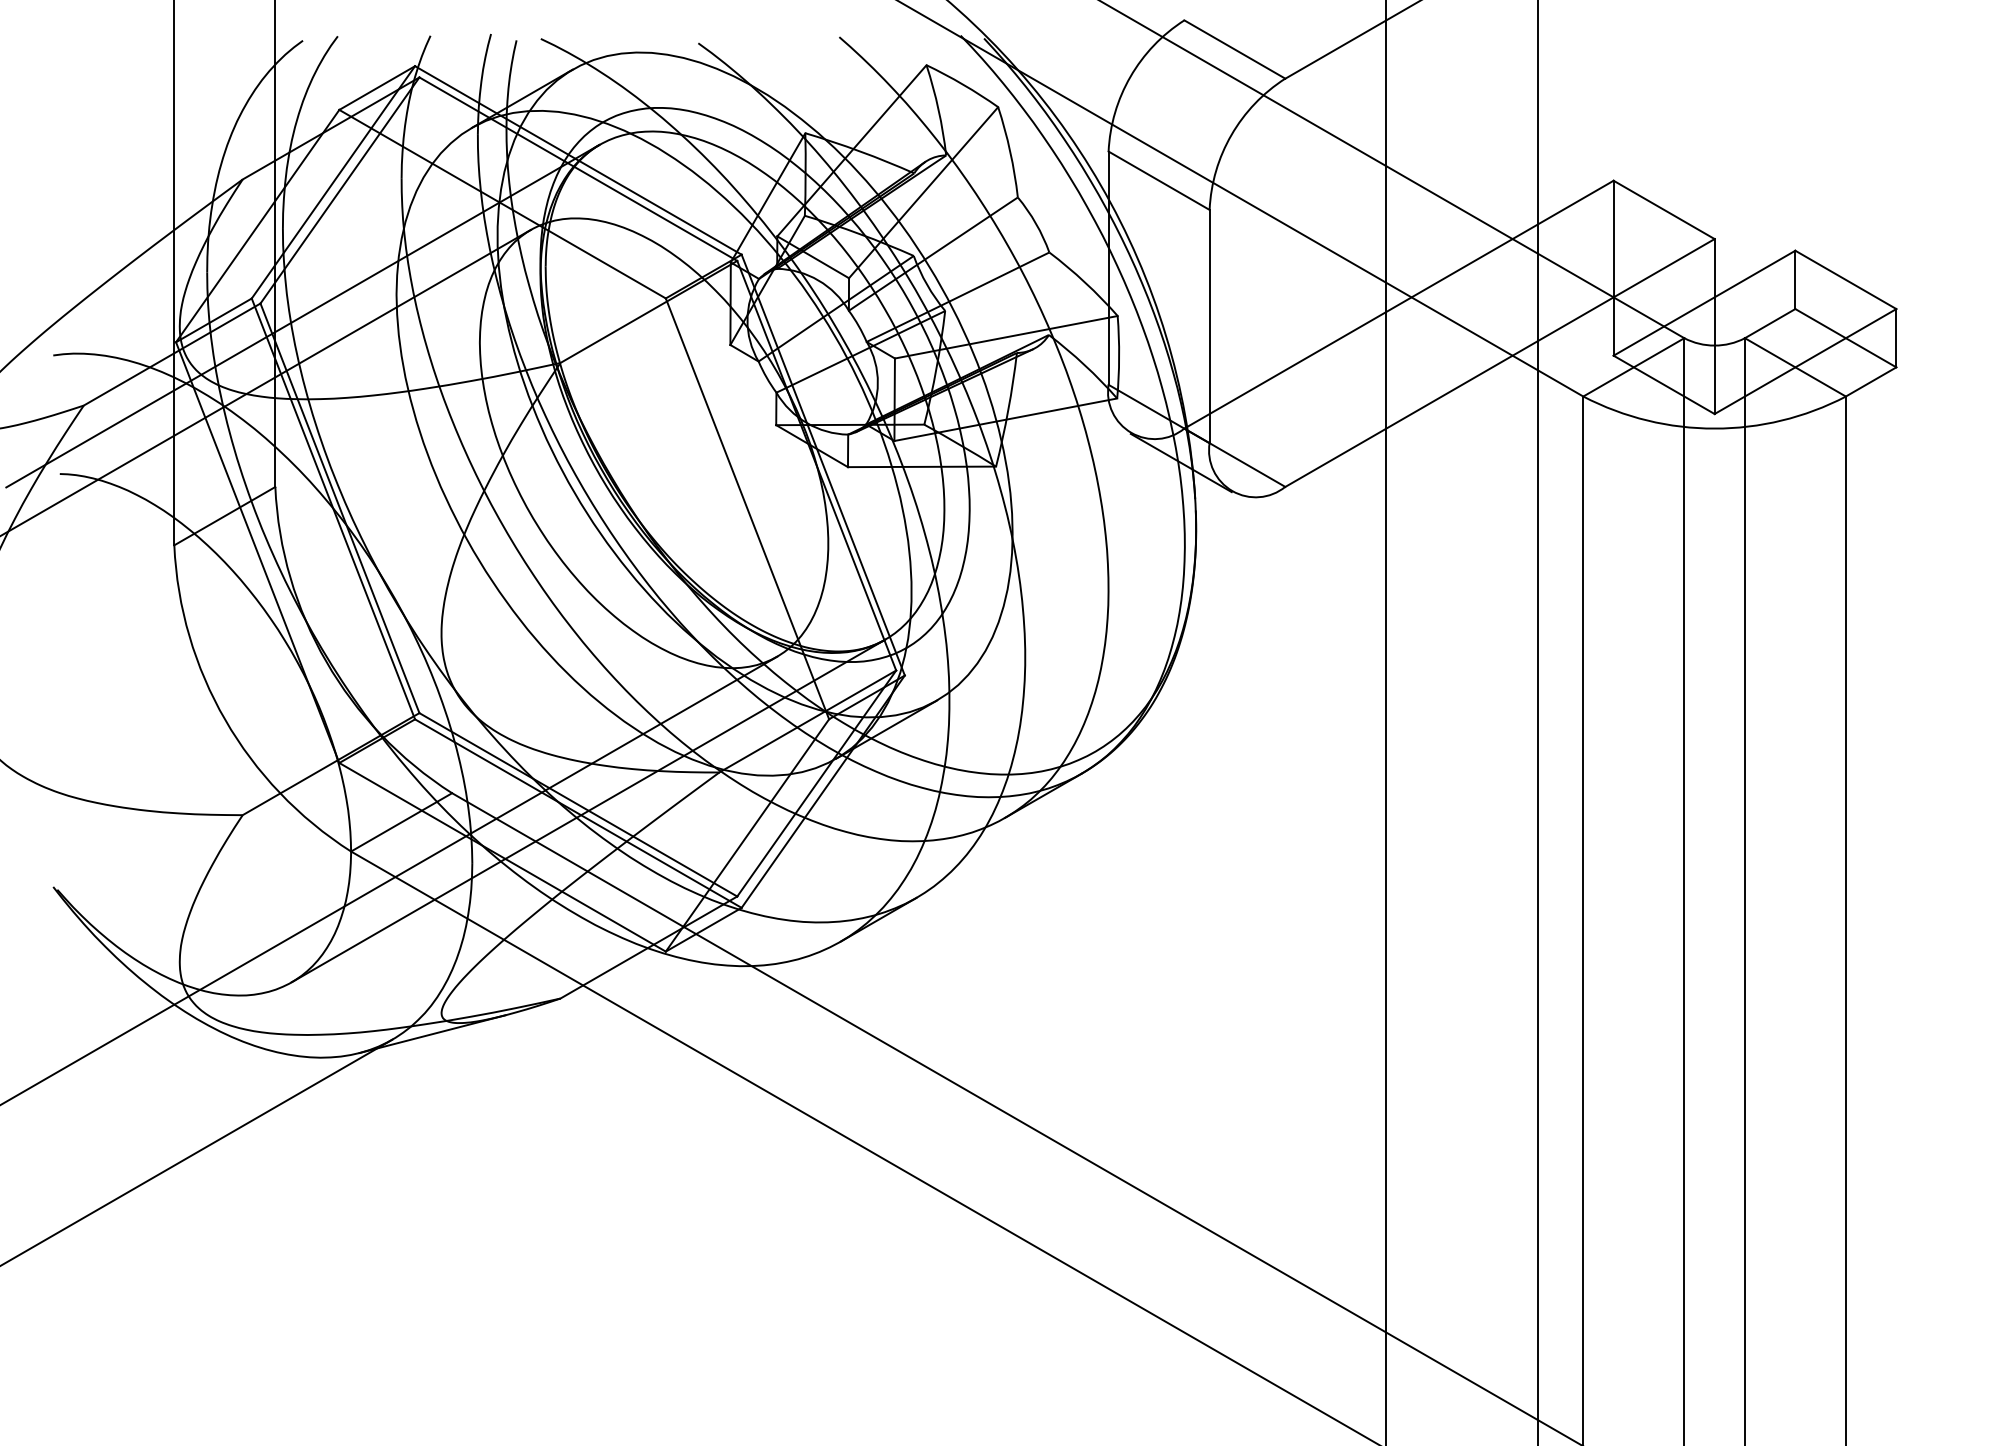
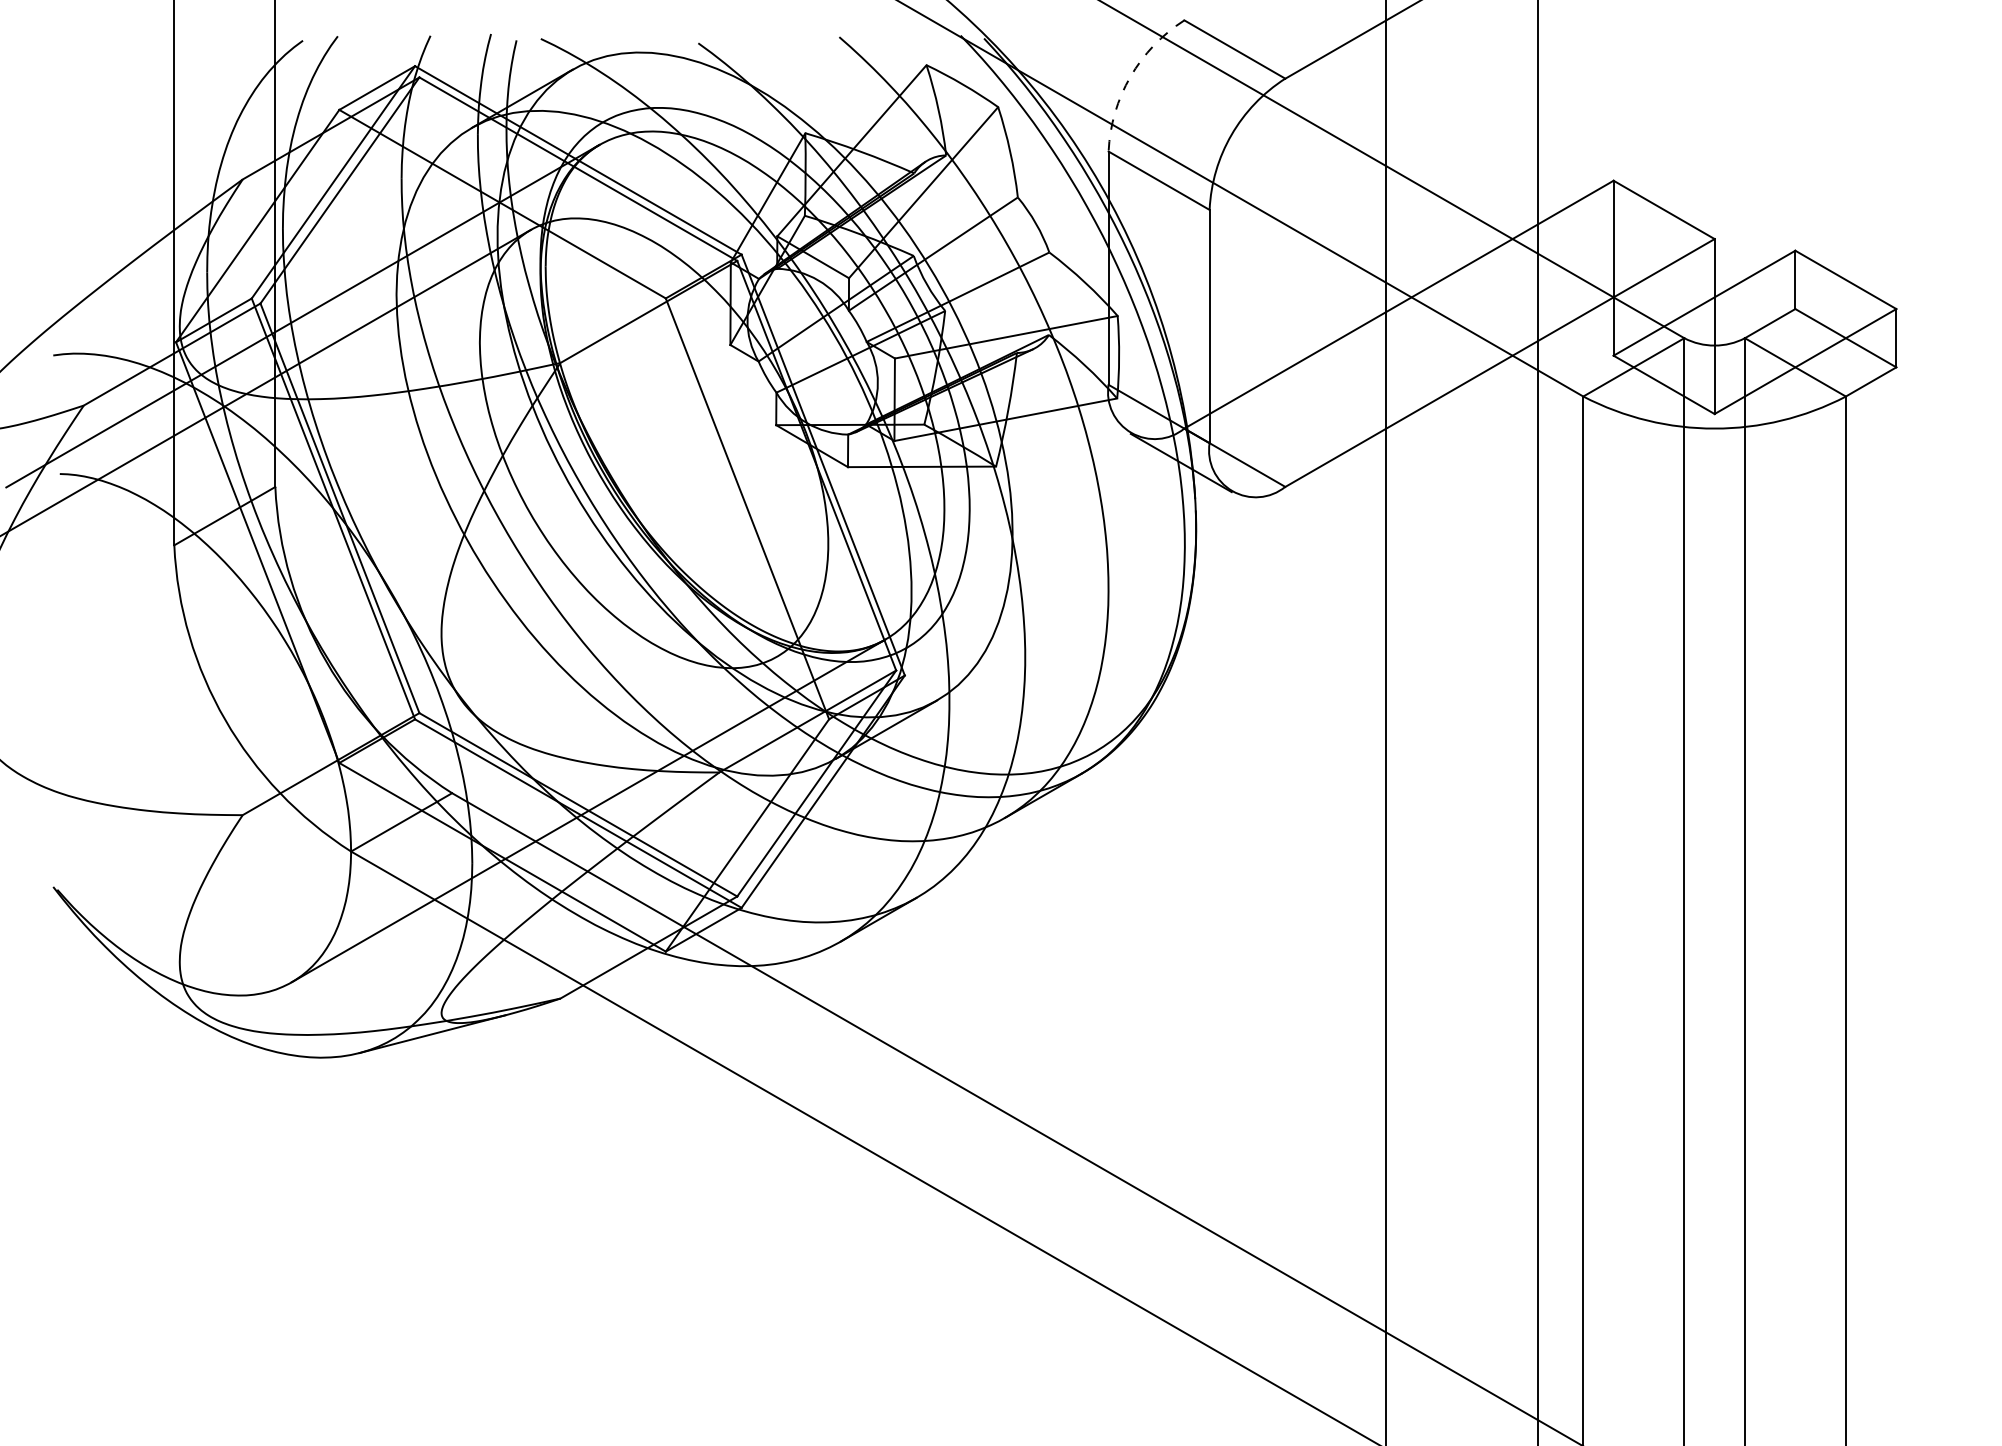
arc at (1130, 76): solid -> dashed
line at (389, 880): present -> none
line at (197, 1151): present -> none
